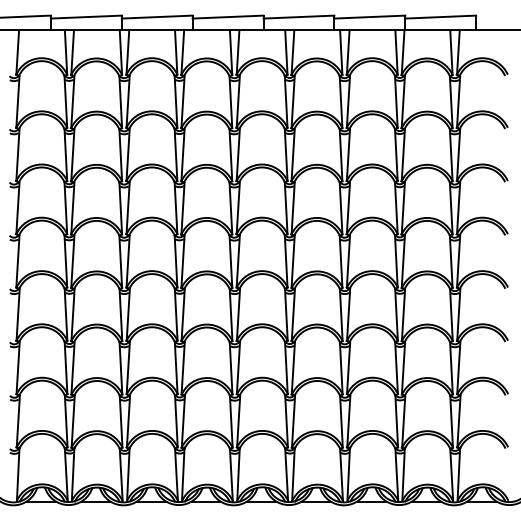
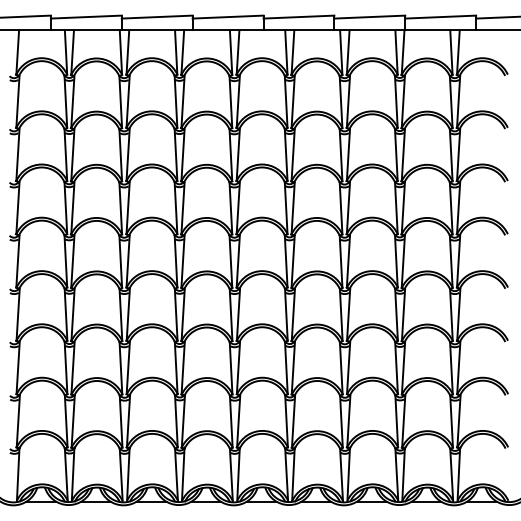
line at (496, 17): none -> present
